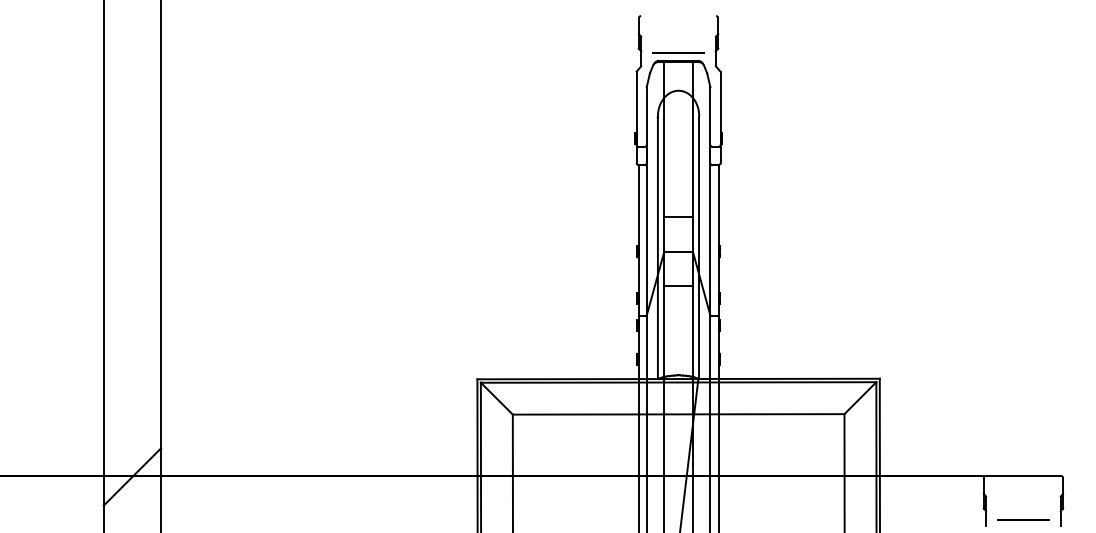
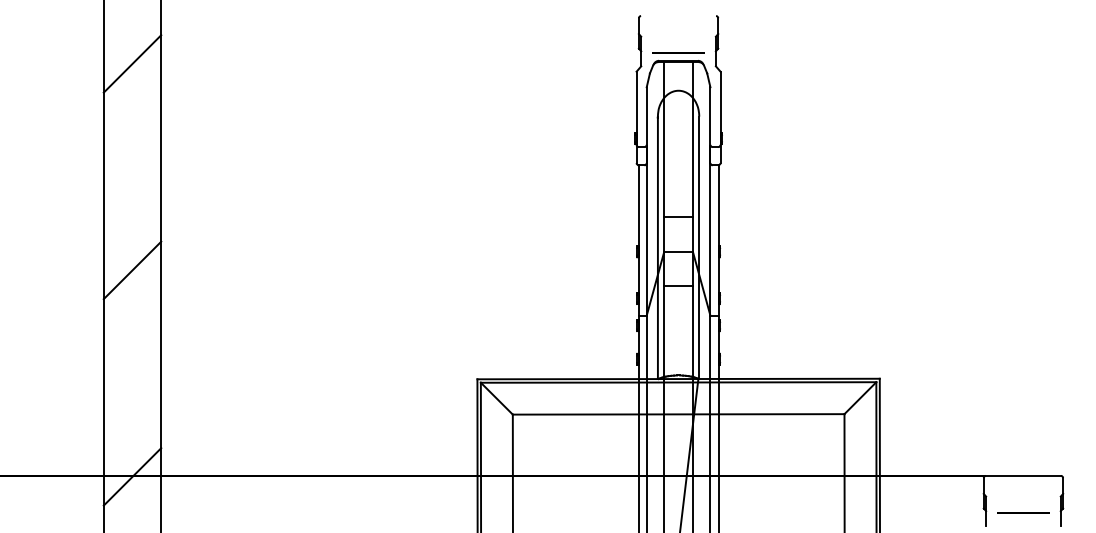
line at (132, 63): none -> present
line at (132, 270): none -> present
line at (1023, 519) position: (1023, 519) -> (1023, 512)
